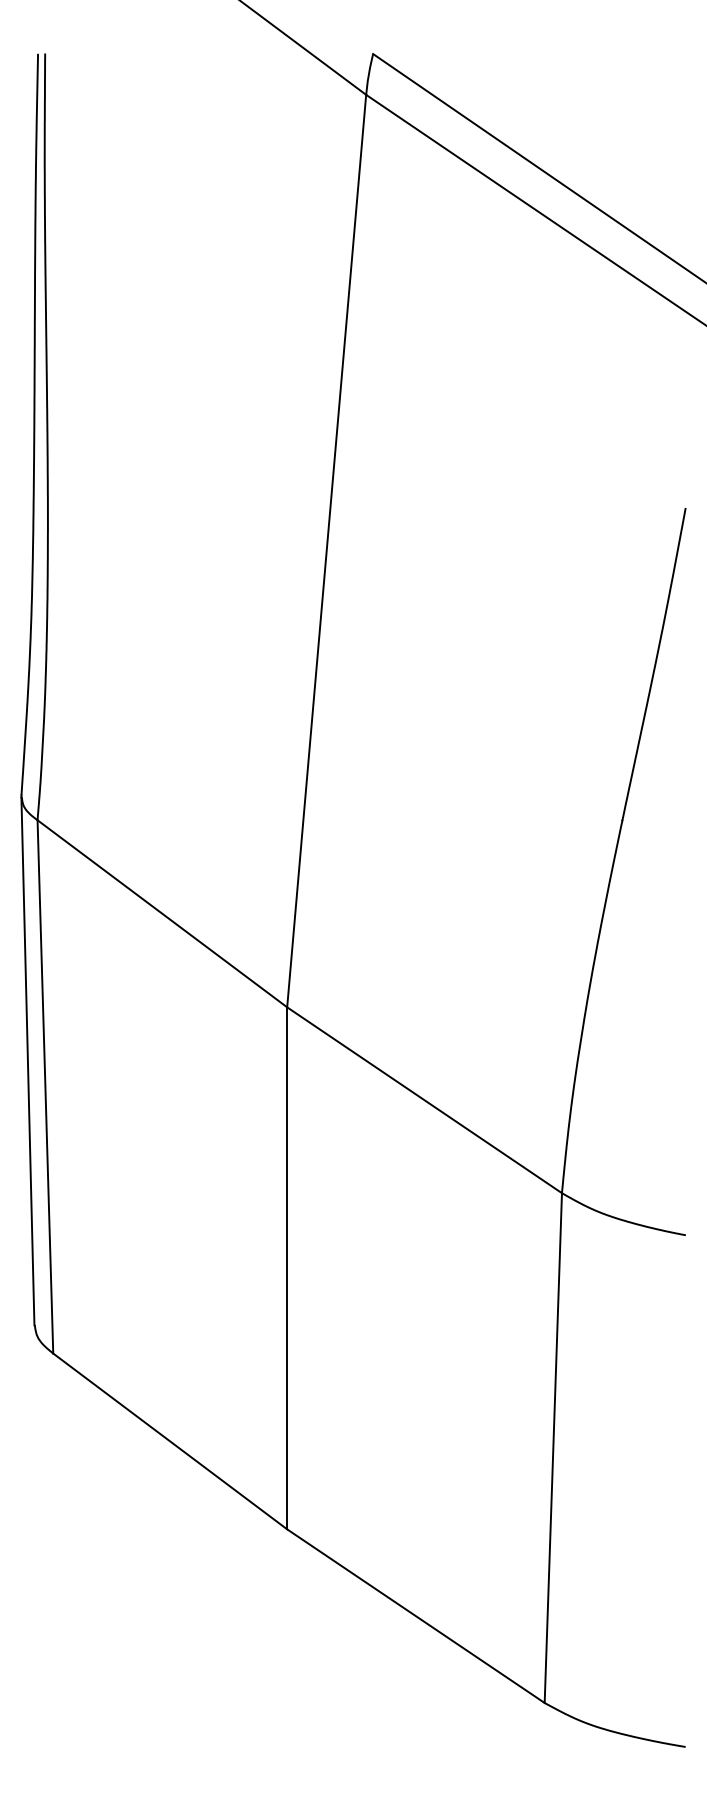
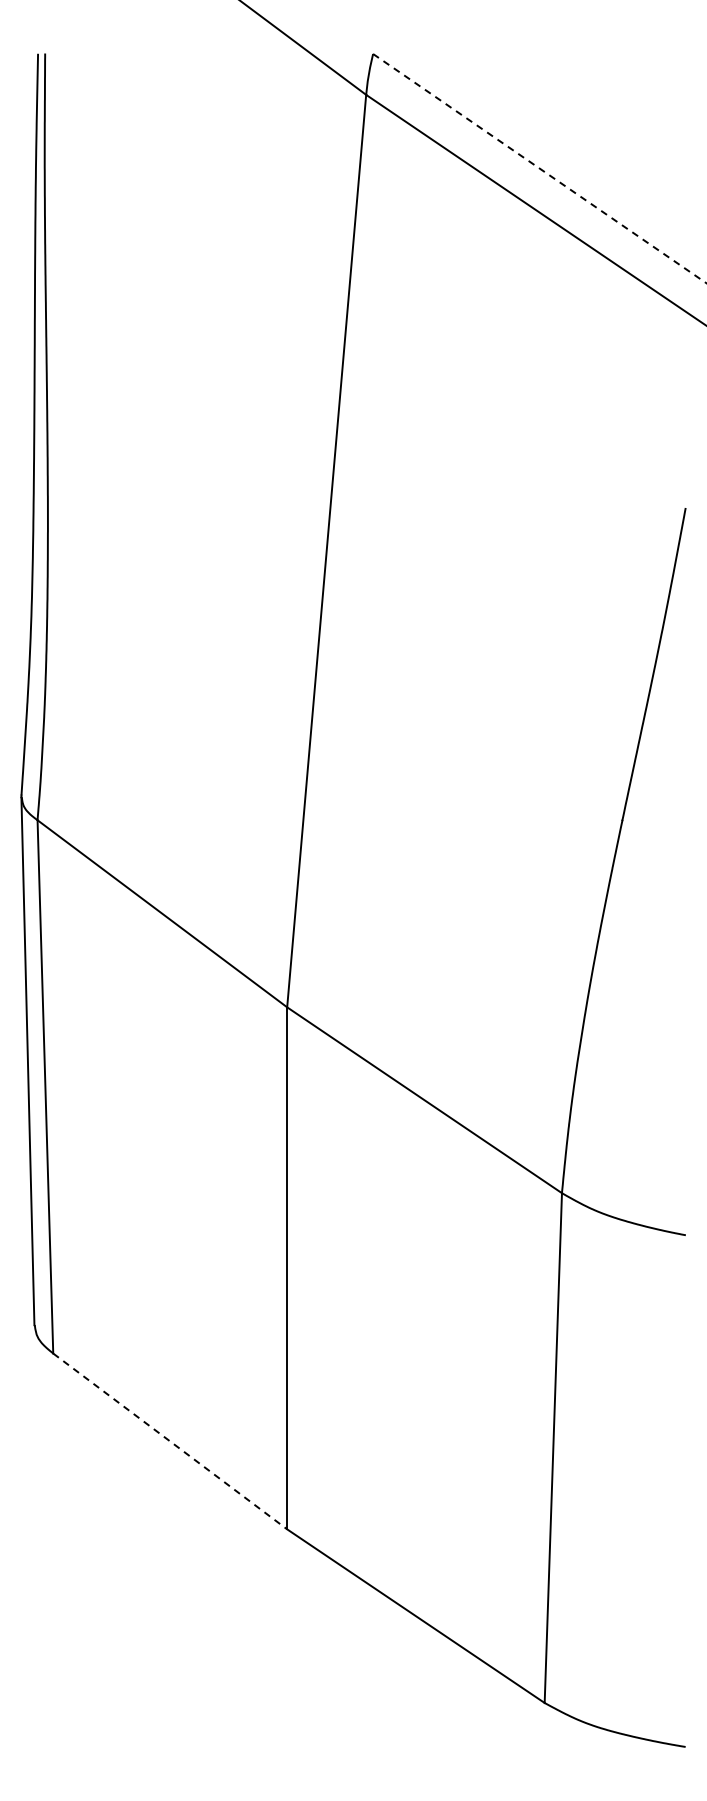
line at (540, 168): solid -> dashed
line at (170, 1441): solid -> dashed
